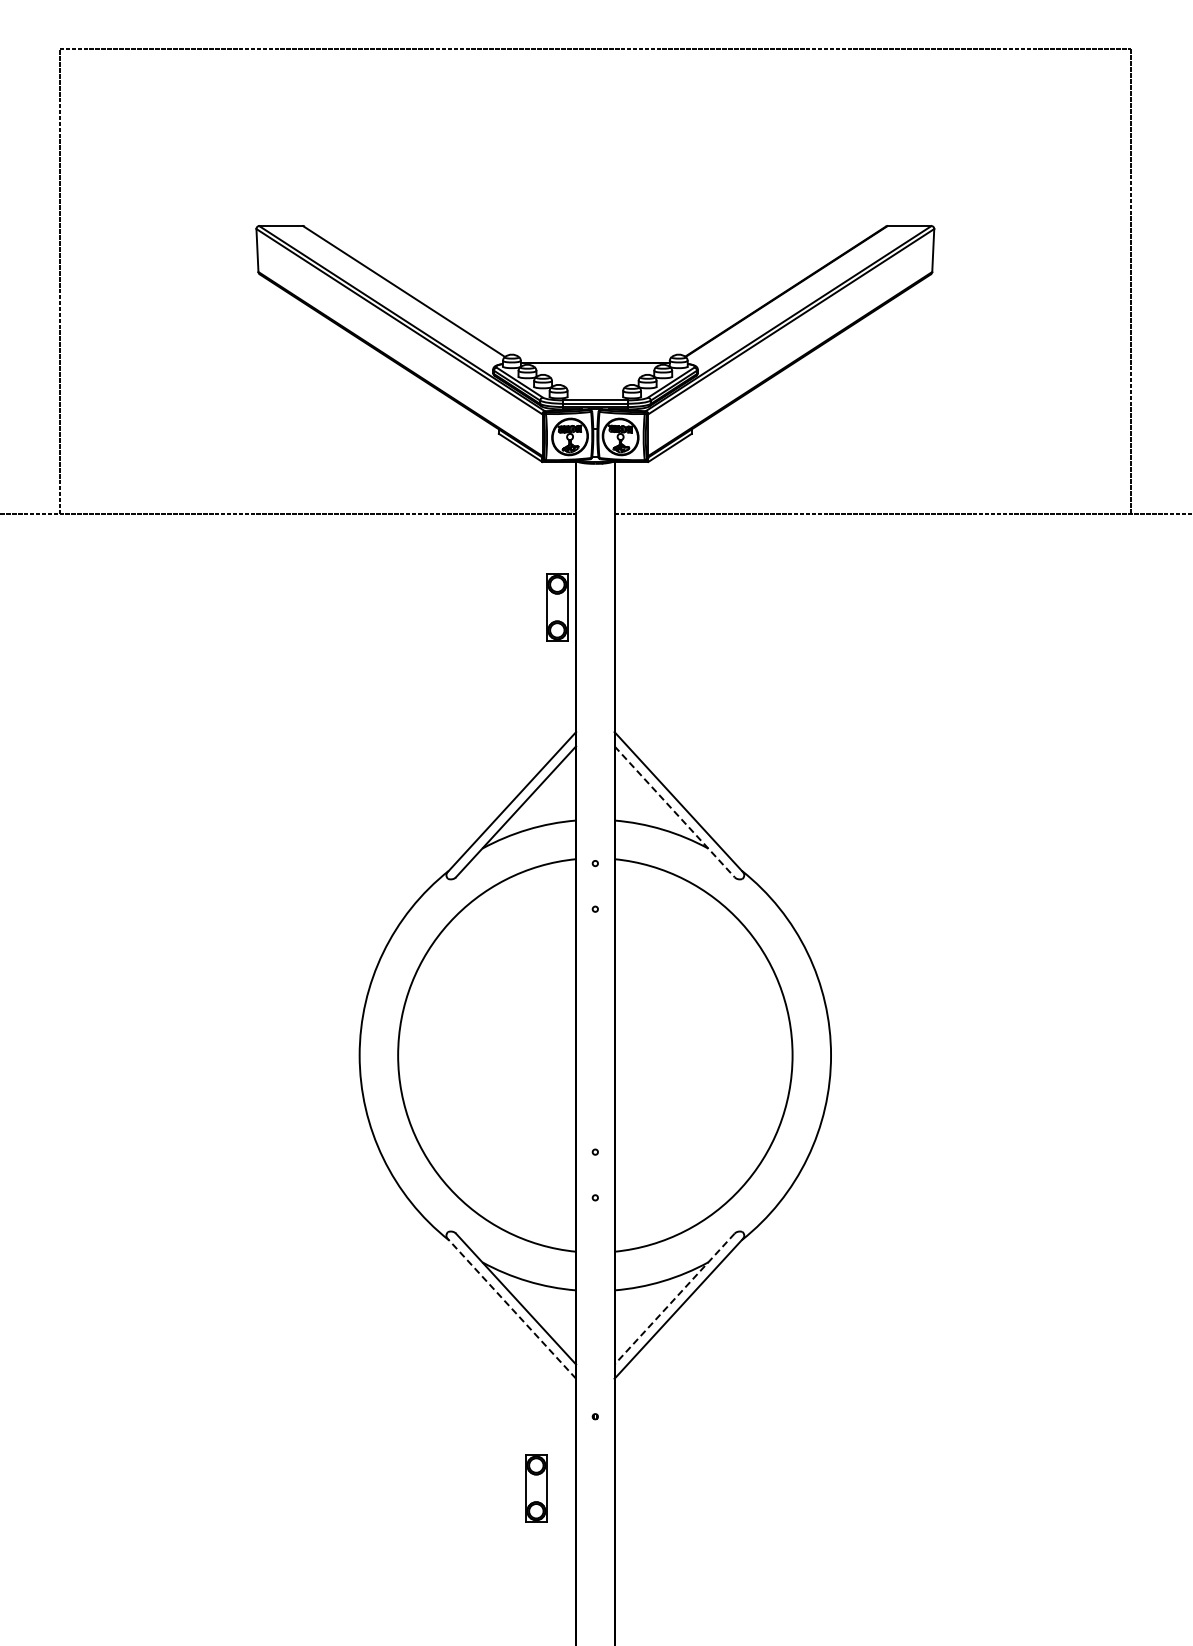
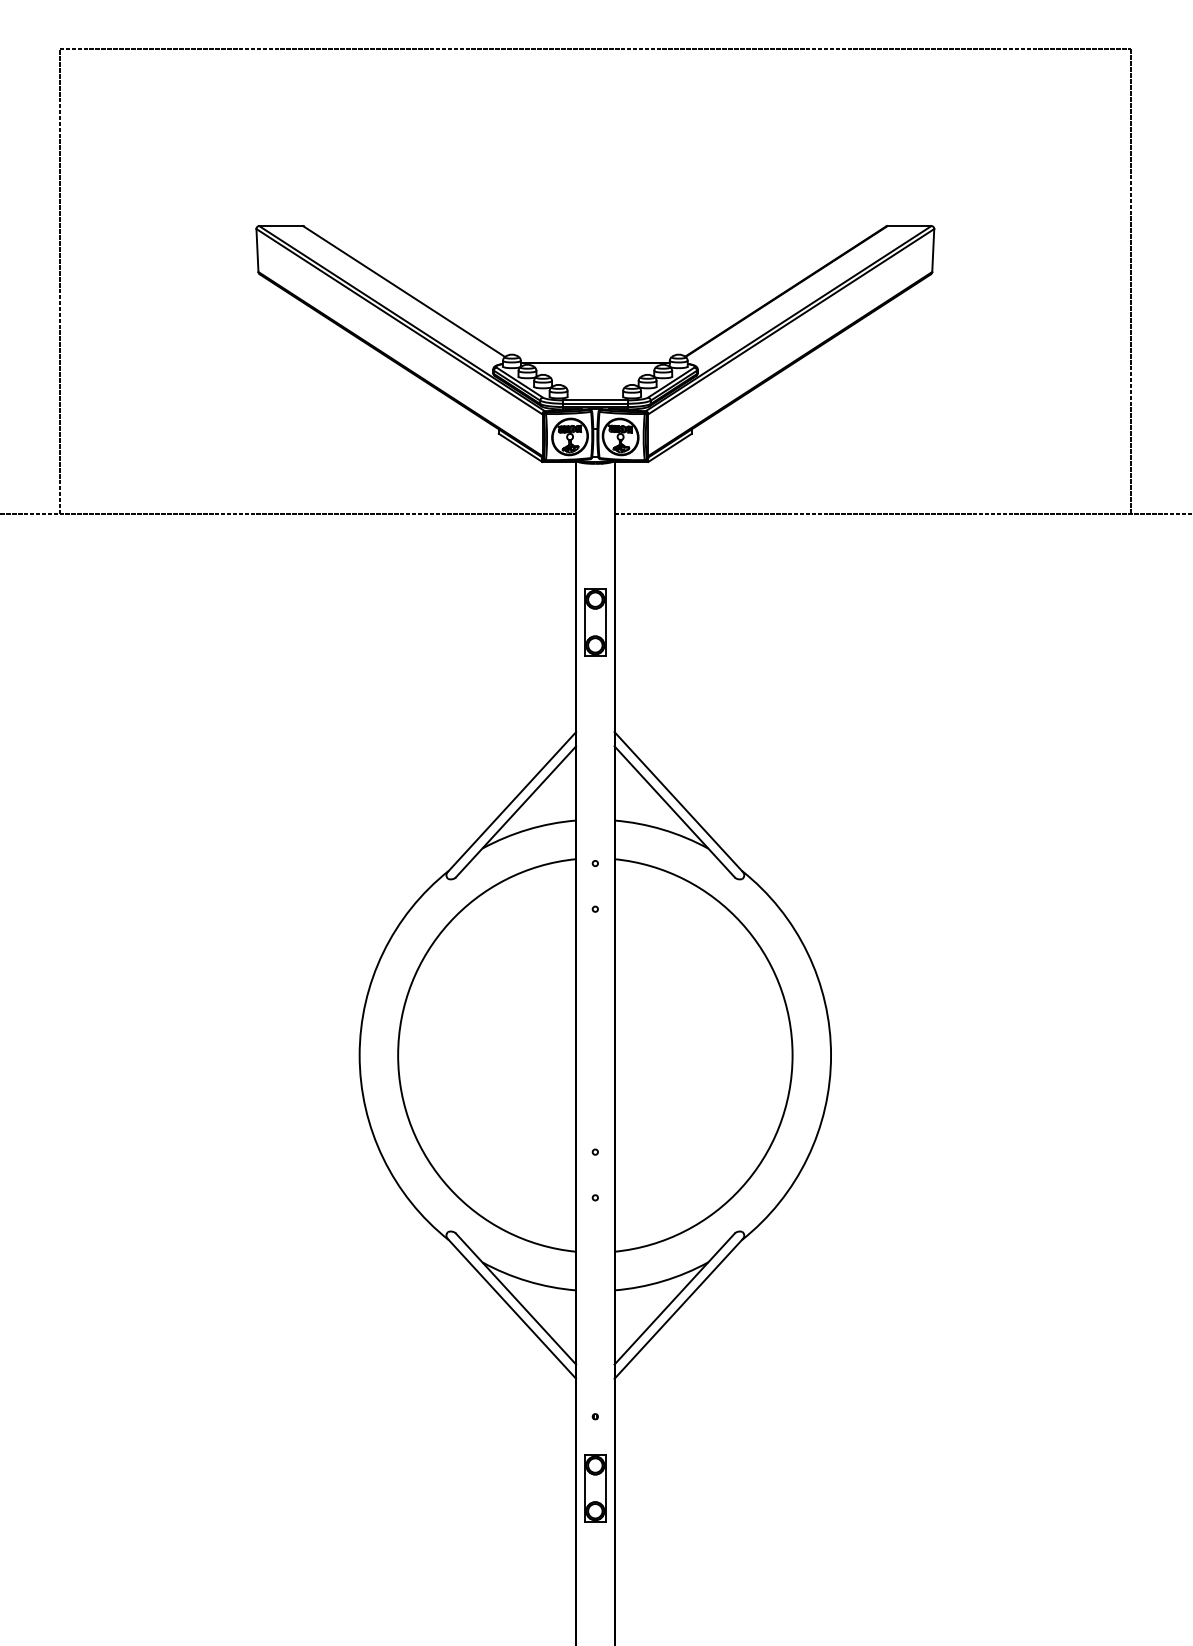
part at (557, 607) position: (557, 607) -> (595, 622)
line at (674, 811): dashed -> solid
line at (674, 1299): dashed -> solid
line at (511, 1308): dashed -> solid
part at (536, 1488) position: (536, 1488) -> (595, 1488)
